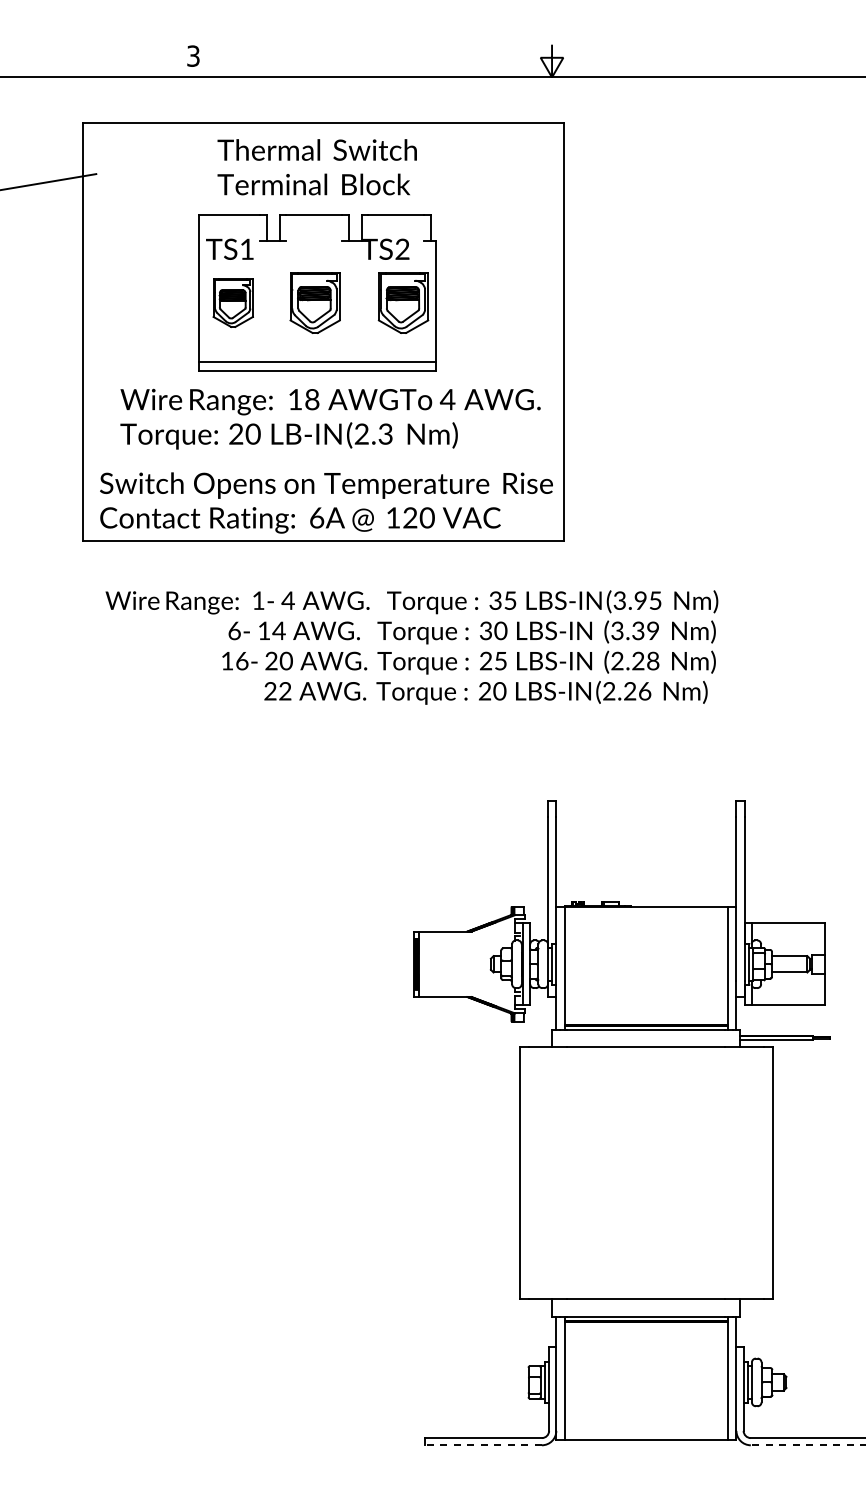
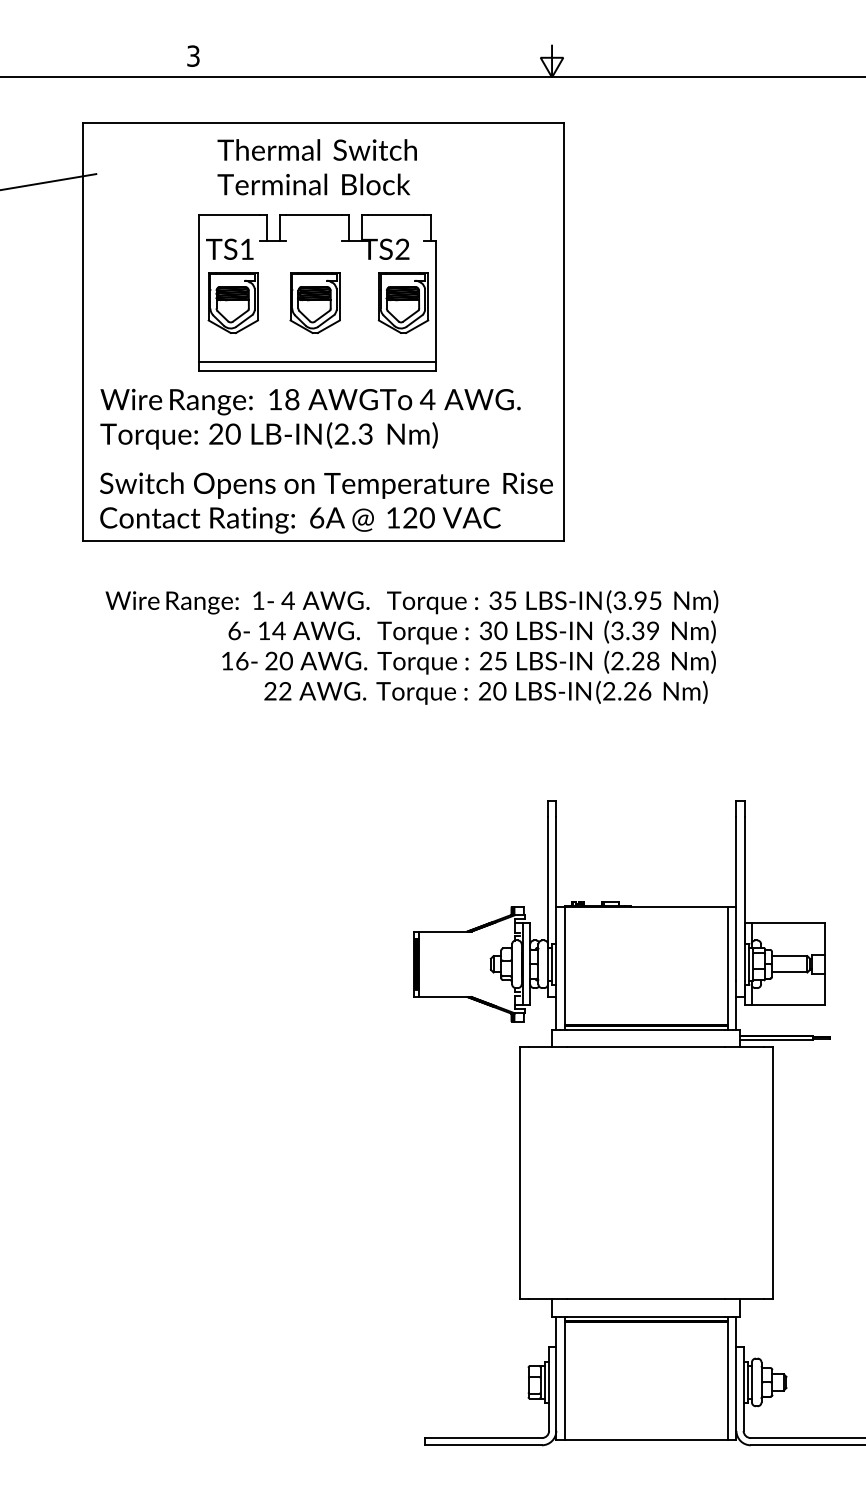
part at (232, 302) size: 42x50 px -> 52x62 px
text at (330, 418) position: (330, 418) -> (310, 418)
line at (483, 1445): dashed -> solid
line at (807, 1445): dashed -> solid
